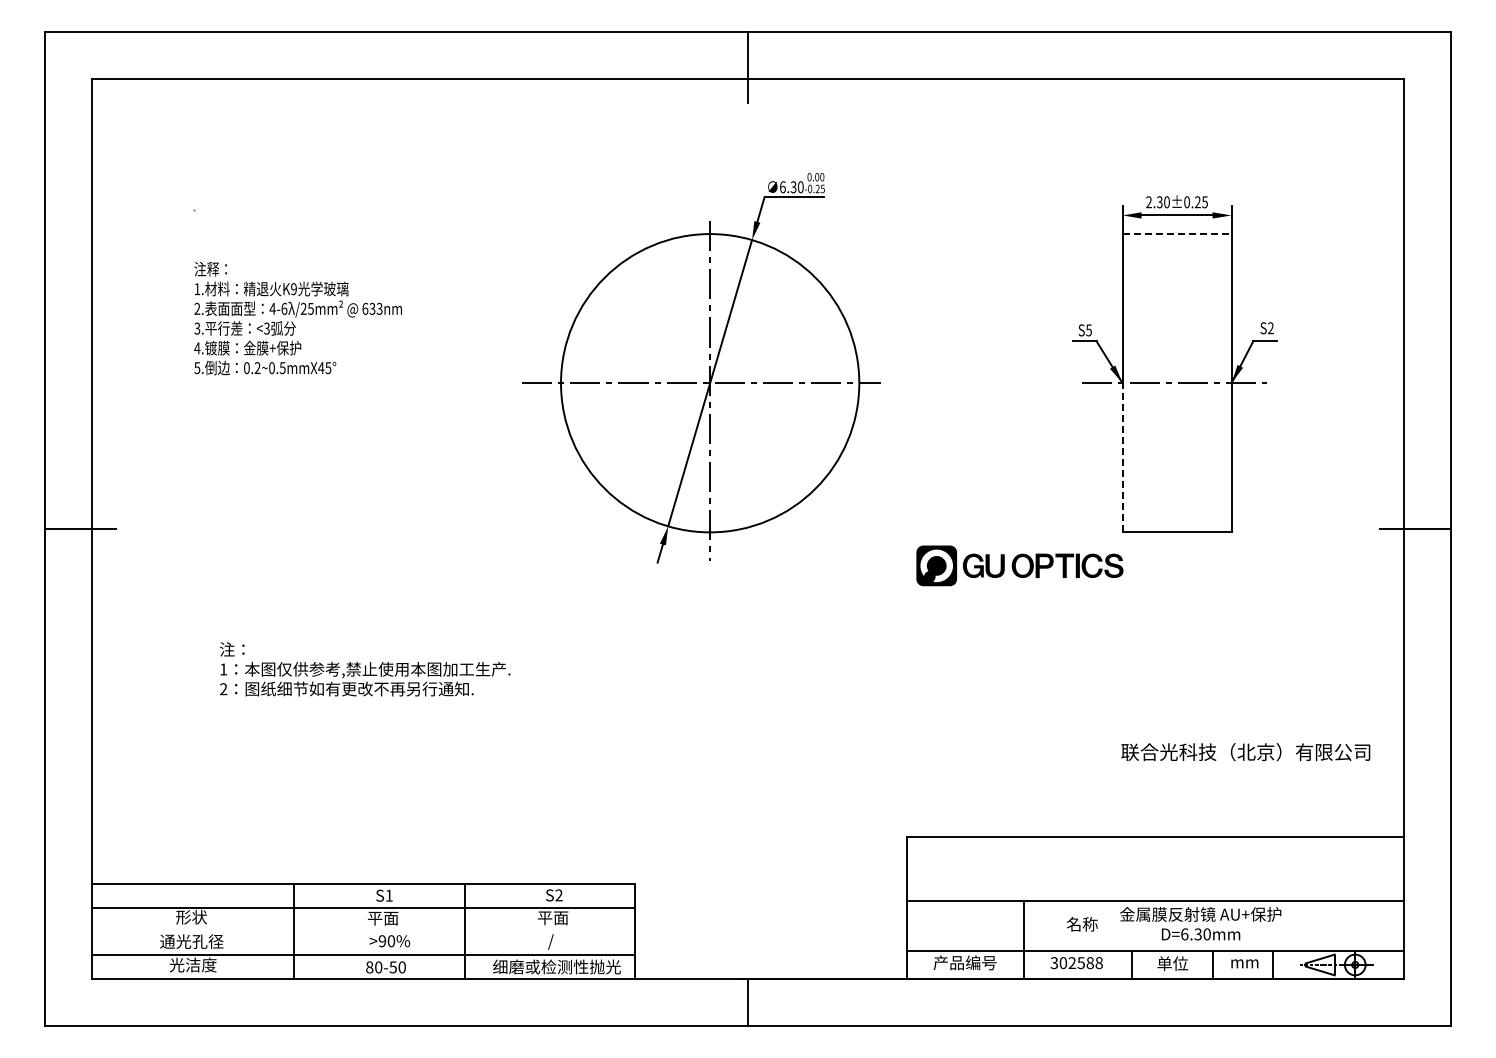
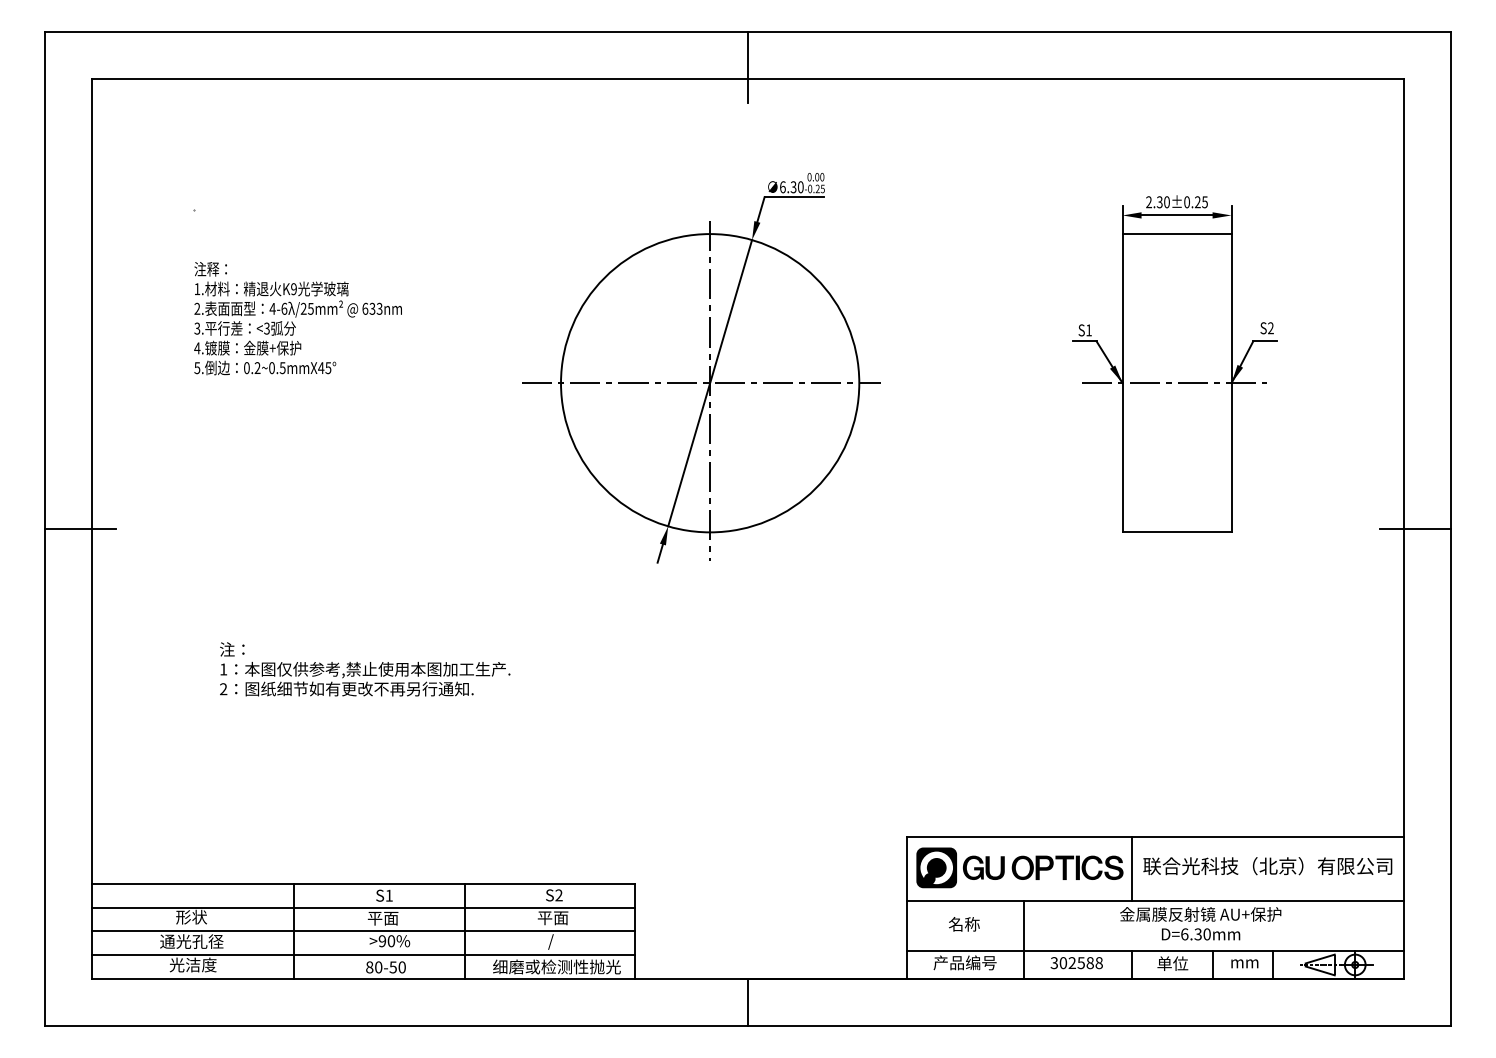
line at (1177, 234): dashed -> solid
text at (1088, 330): S5 -> S1
line at (1122, 457): dashed -> solid
part at (1019, 565) position: (1019, 565) -> (1019, 867)
text at (1245, 752) position: (1245, 752) -> (1267, 866)
line at (1132, 868): none -> present
text at (1082, 924) position: (1082, 924) -> (964, 924)
line at (363, 931): none -> present
